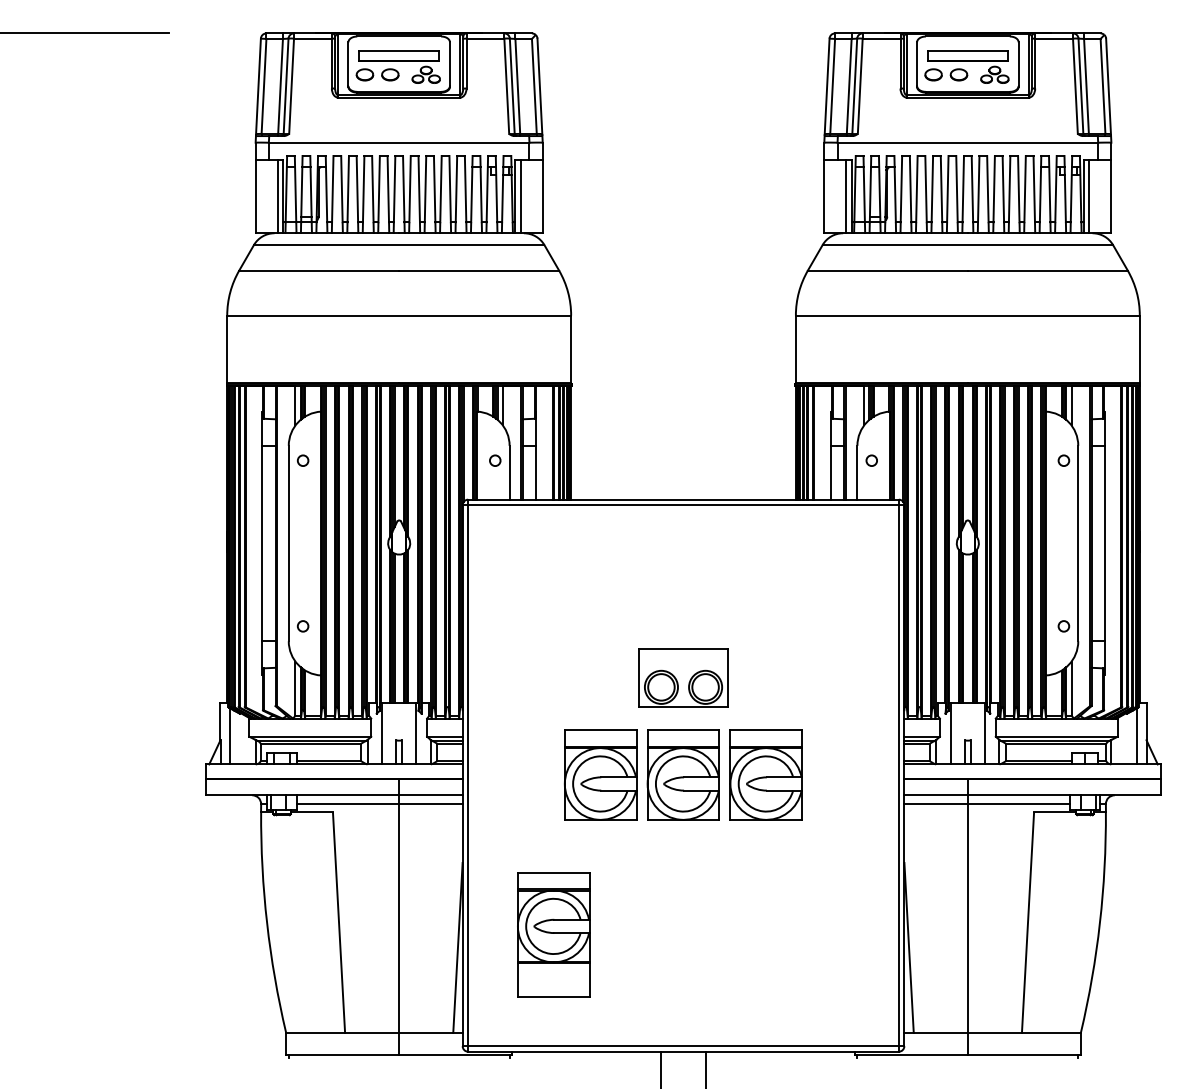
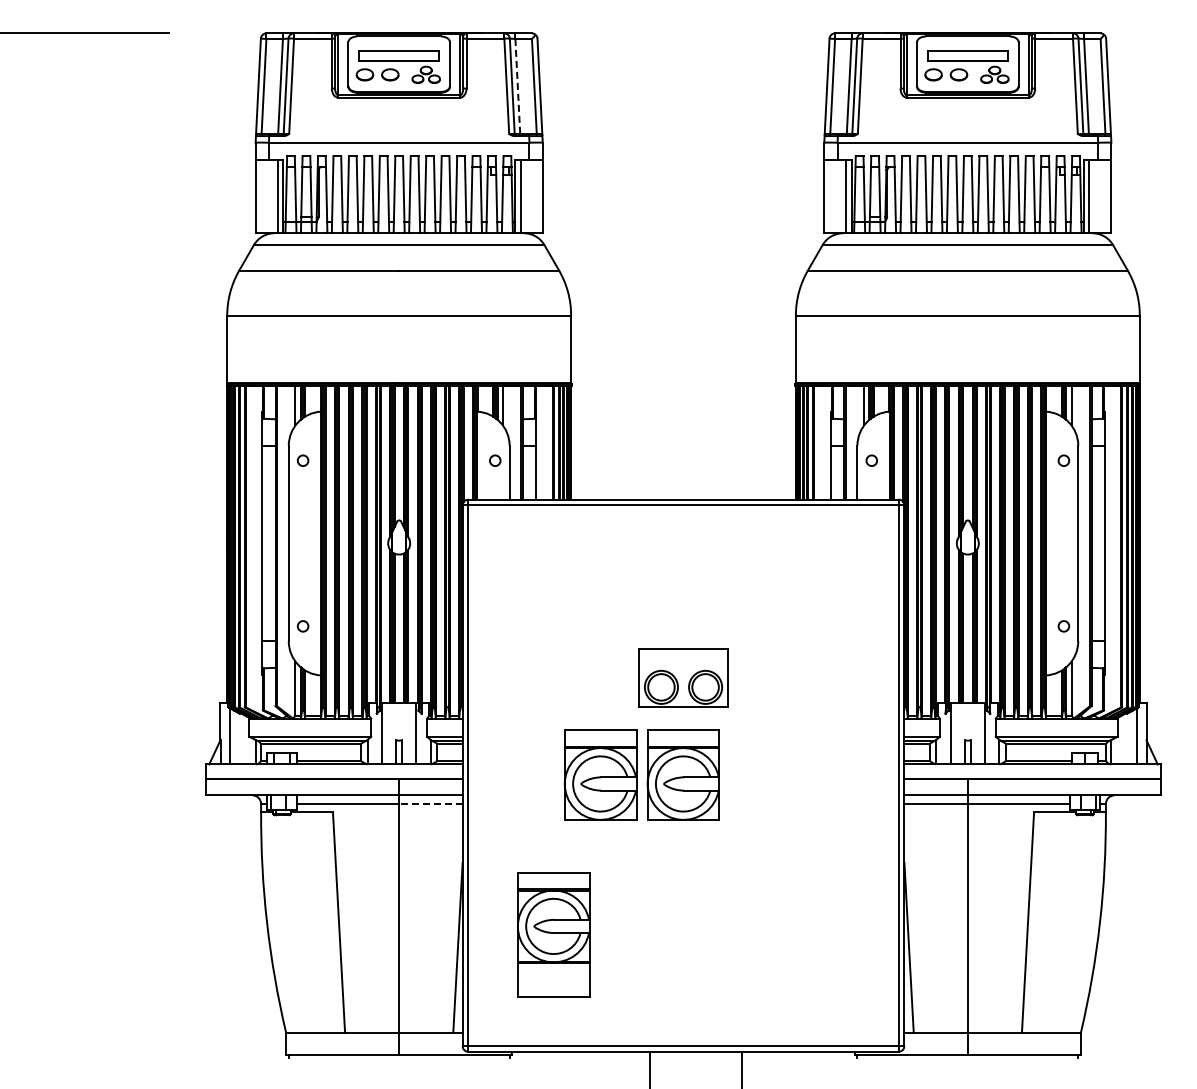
line at (517, 86): solid -> dashed
part at (765, 774): present -> none
line at (430, 804): solid -> dashed
line at (661, 1068) position: (661, 1068) -> (650, 1068)
line at (705, 1068) position: (705, 1068) -> (741, 1068)
